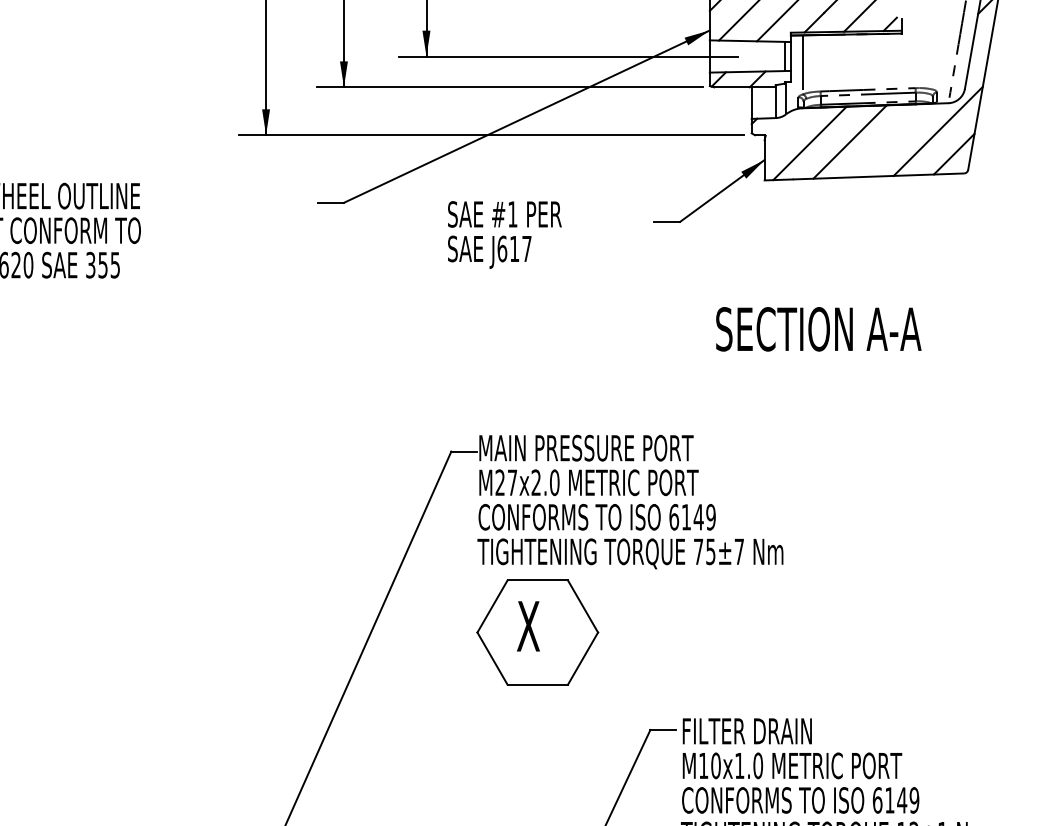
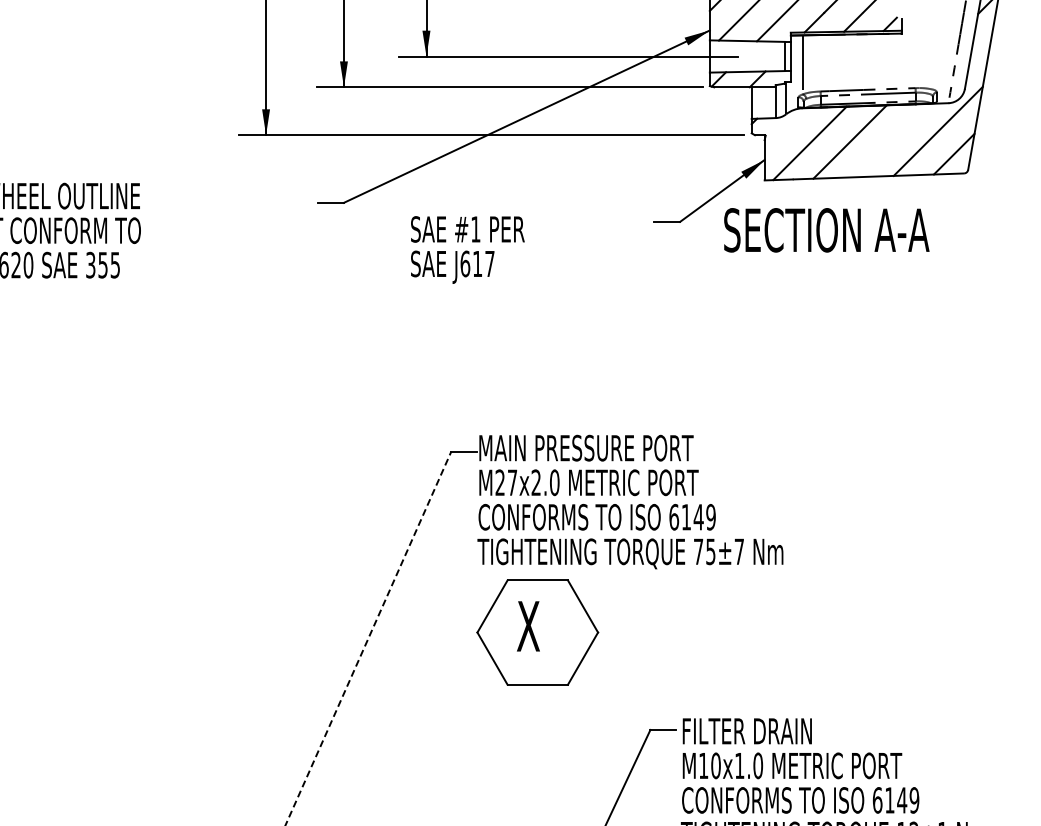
text at (504, 234) position: (504, 234) -> (467, 249)
text at (818, 329) position: (818, 329) -> (826, 230)
line at (368, 637): solid -> dashed
